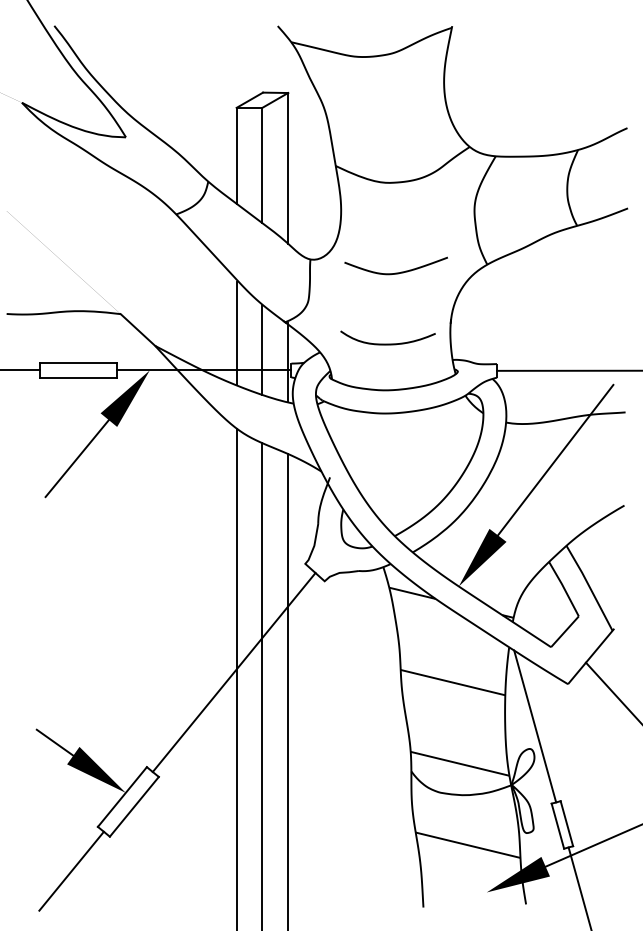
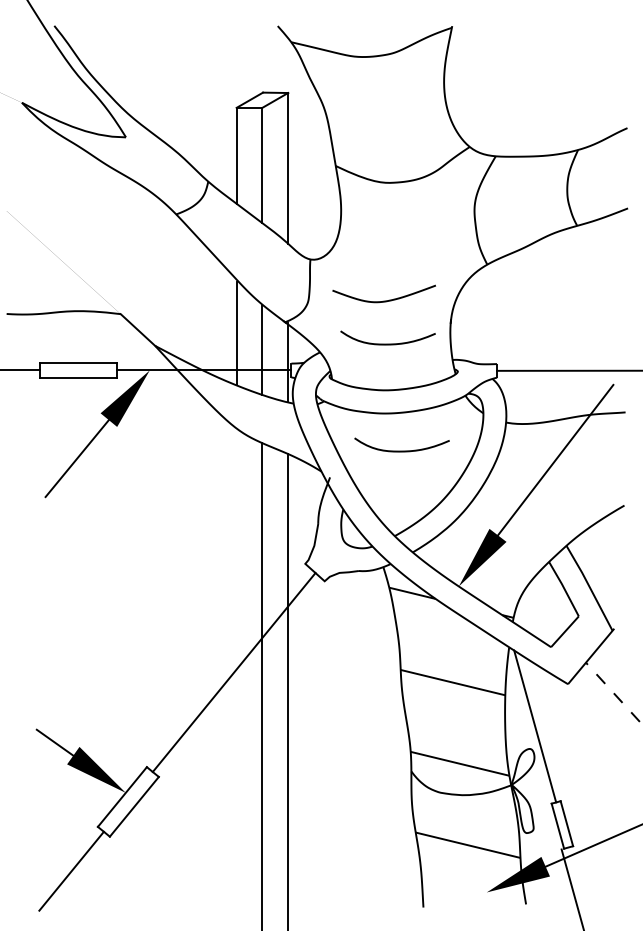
curve at (395, 272) position: (395, 272) -> (383, 300)
curve at (401, 450): none -> present
line at (236, 677): present -> none
line at (614, 693): solid -> dashed
line at (579, 887) position: (579, 887) -> (572, 888)
